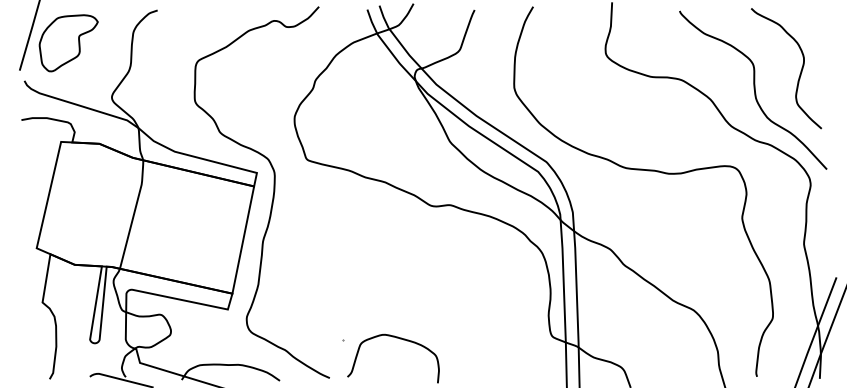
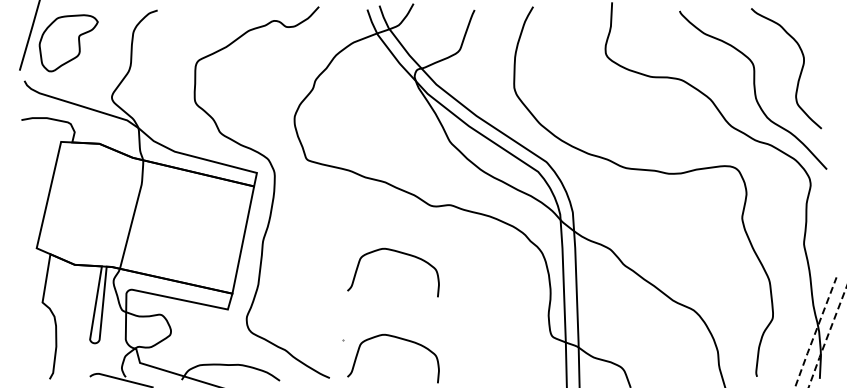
curve at (396, 252): none -> present
line at (815, 332): solid -> dashed
line at (827, 337): solid -> dashed
